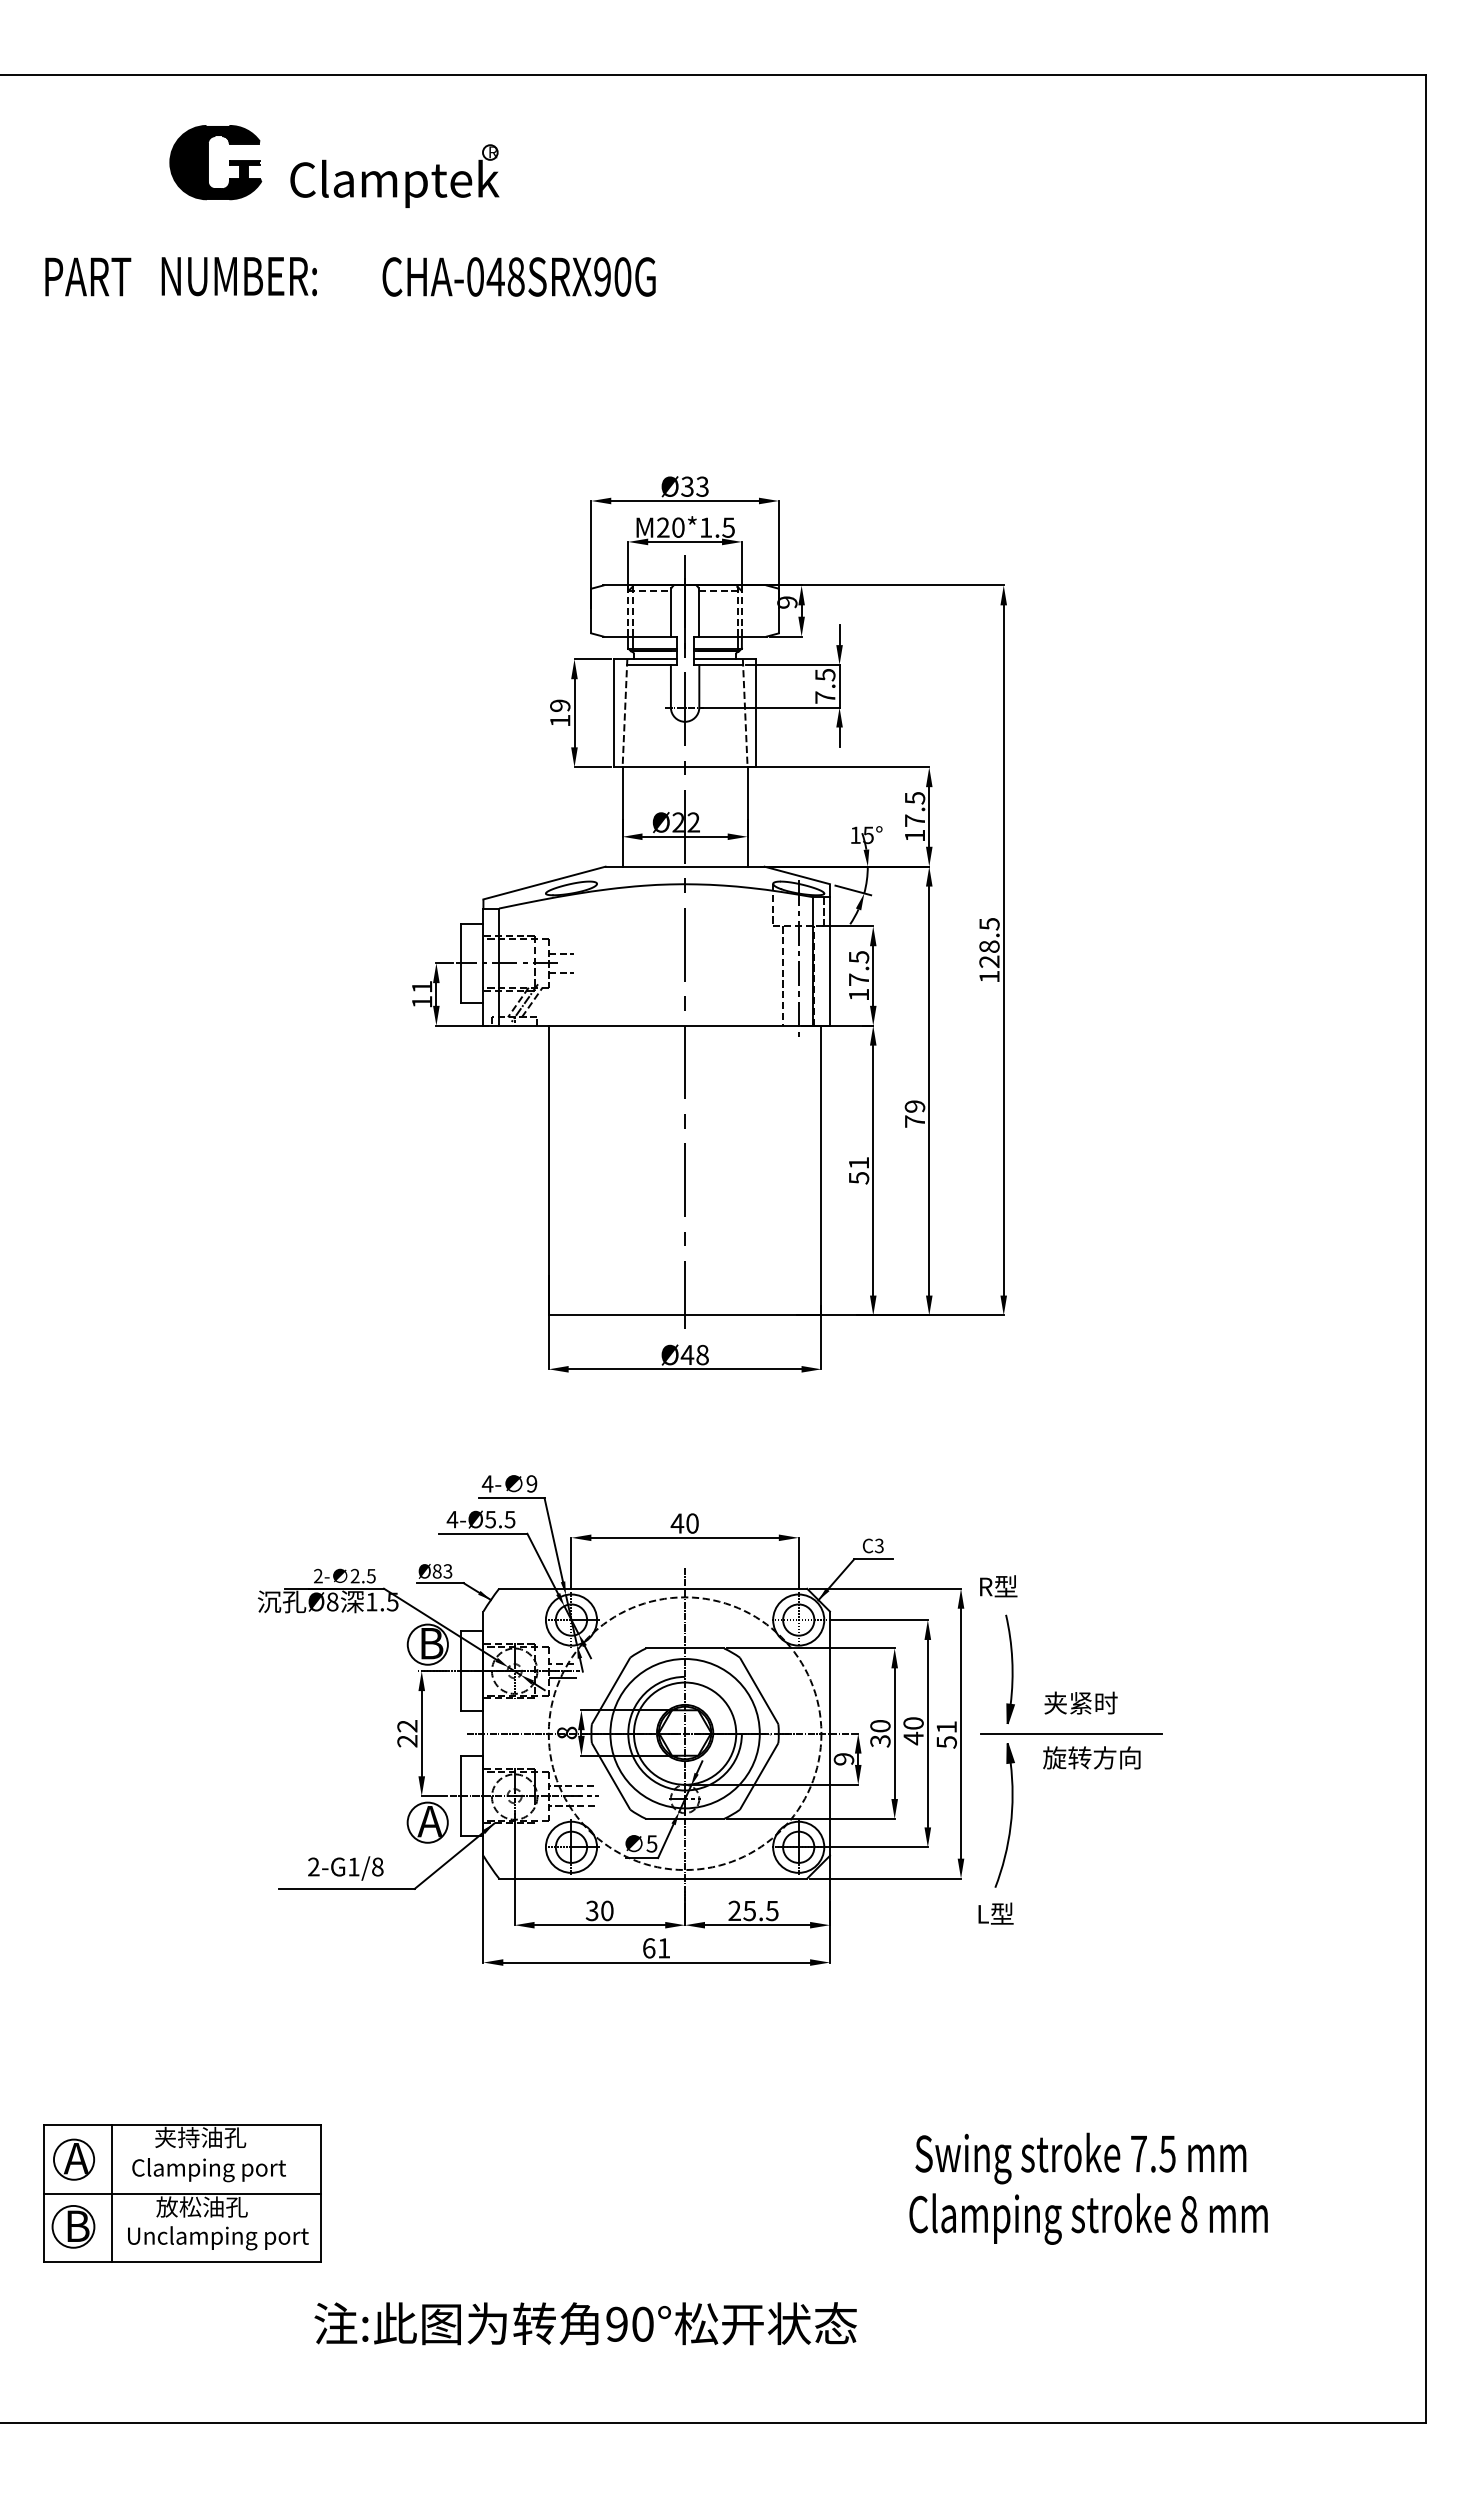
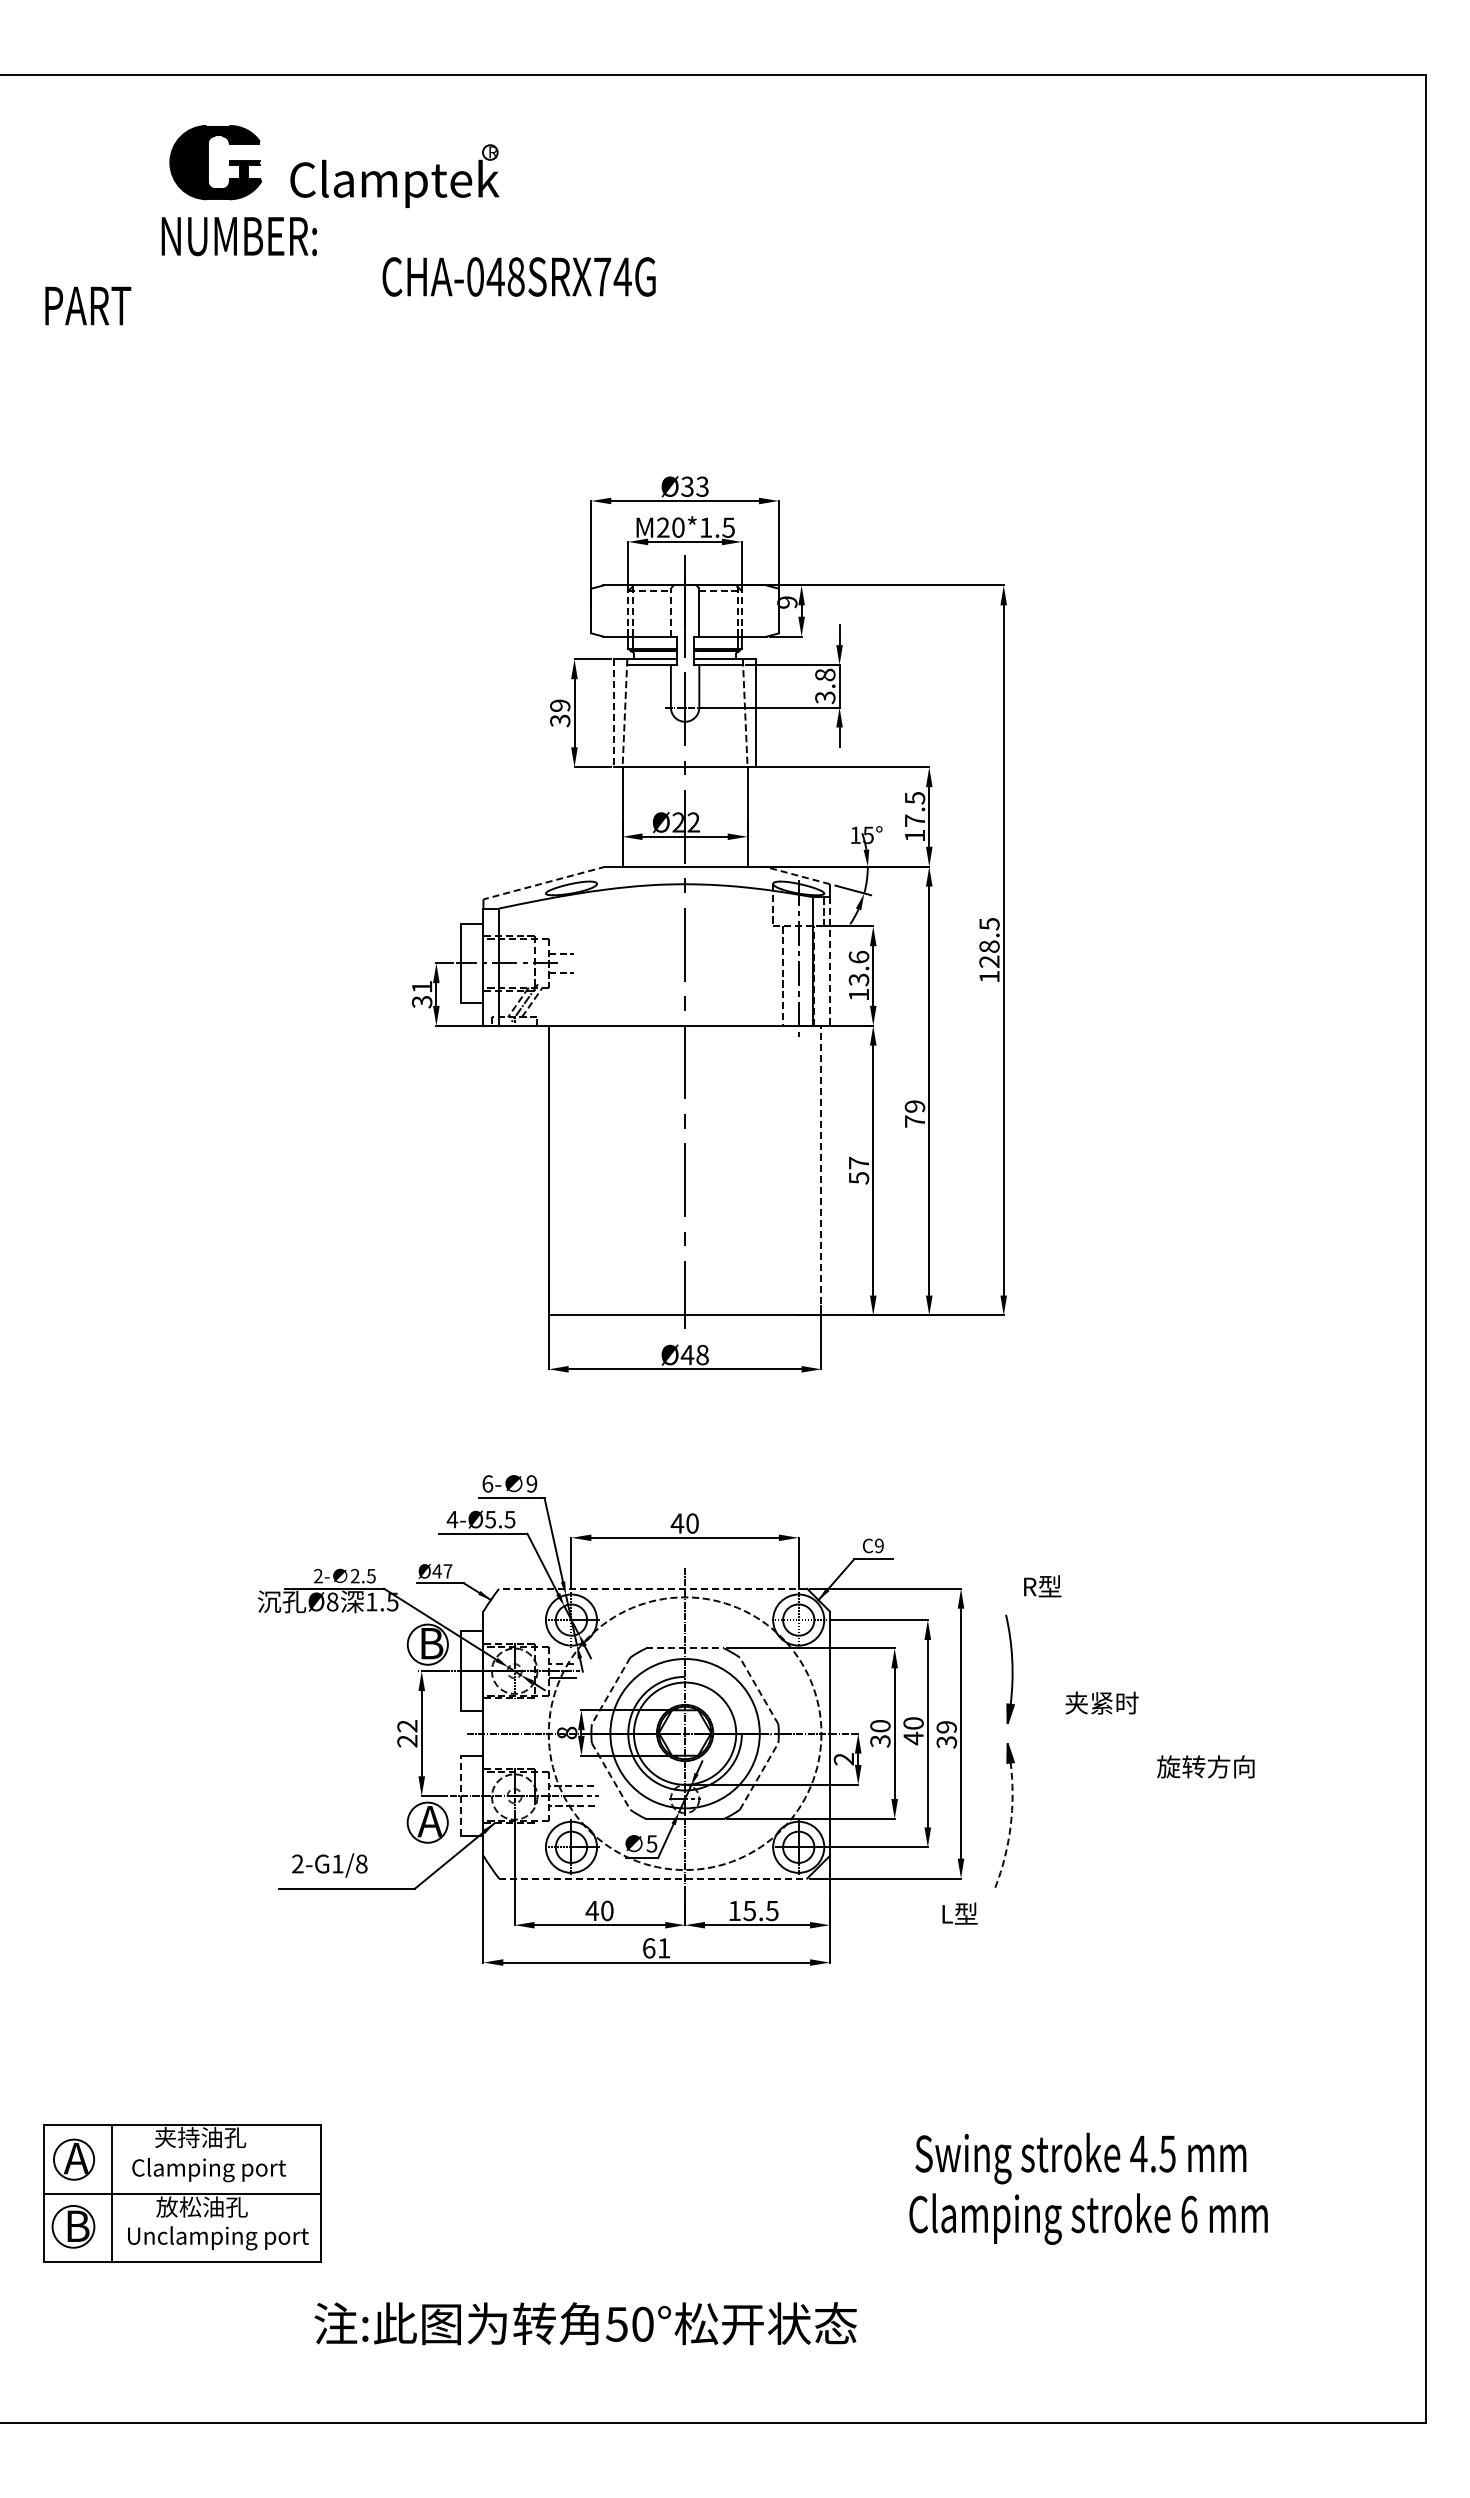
text at (88, 276) position: (88, 276) -> (88, 305)
text at (238, 276) position: (238, 276) -> (238, 236)
text at (612, 276): CHA-048SRX90G -> CHA-048SRX74G
line at (671, 611): solid -> dashed
text at (825, 686): 7.5 -> 3.8
line at (614, 713): solid -> dashed
text at (560, 720): 19 -> 39
line at (797, 875): solid -> dashed
line at (544, 883): solid -> dashed
line at (829, 961): solid -> dashed
text at (858, 968): 17.5 -> 13.6
text at (421, 1002): 11 -> 31
text at (858, 1162): 51 -> 57
line at (821, 1170): solid -> dashed
text at (487, 1483): 4- -> 6-
text at (878, 1546): C3 -> C9
text at (442, 1571): Ø83 -> Ø47
text at (998, 1586) position: (998, 1586) -> (1042, 1586)
line at (652, 1588): solid -> dashed
line at (685, 1648): solid -> dashed
line at (758, 1690): solid -> dashed
line at (610, 1691): solid -> dashed
text at (1080, 1702) position: (1080, 1702) -> (1101, 1702)
line at (1071, 1733): present -> none
text at (946, 1734): 51 -> 39
text at (1091, 1757) position: (1091, 1757) -> (1205, 1766)
text at (844, 1759): 9 -> 2
line at (611, 1776): solid -> dashed
line at (759, 1776): solid -> dashed
line at (460, 1796): solid -> dashed
arc at (1010, 1826): solid -> dashed
text at (345, 1868) position: (345, 1868) -> (329, 1865)
line at (653, 1878): solid -> dashed
text at (591, 1910): 30 -> 40
text at (734, 1910): 25.5 -> 15.5
text at (995, 1913) position: (995, 1913) -> (959, 1913)
text at (1138, 2153): 7.5 -> 4.5
text at (1189, 2214): 8 -> 6
text at (616, 2323): 90° -> 50°
